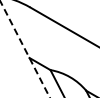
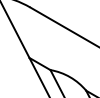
line at (24, 49): dashed -> solid
